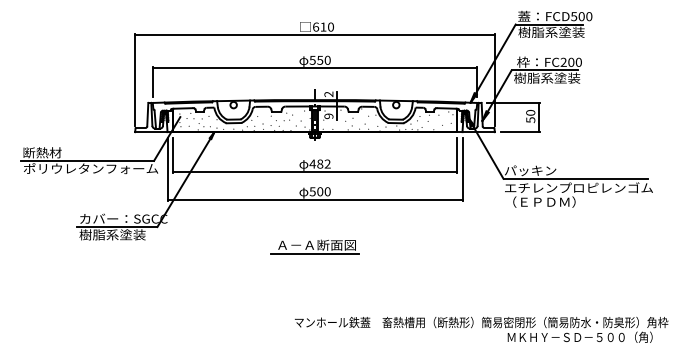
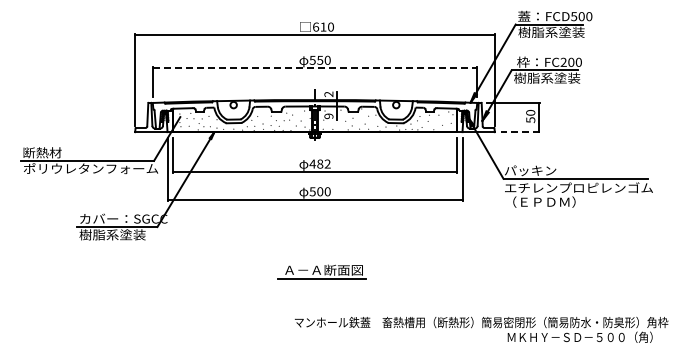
line at (315, 68): solid -> dashed
line at (519, 132): solid -> dashed
part at (314, 246) position: (314, 246) -> (321, 271)
